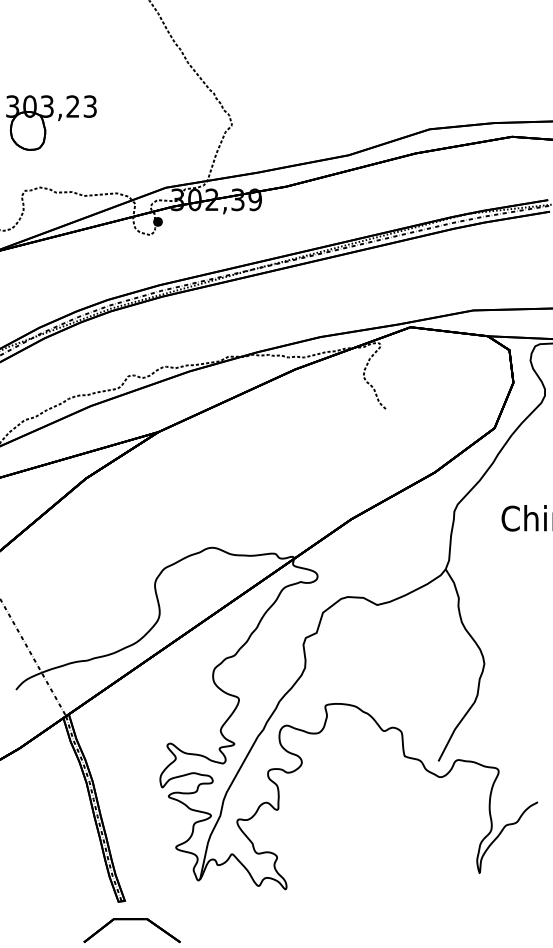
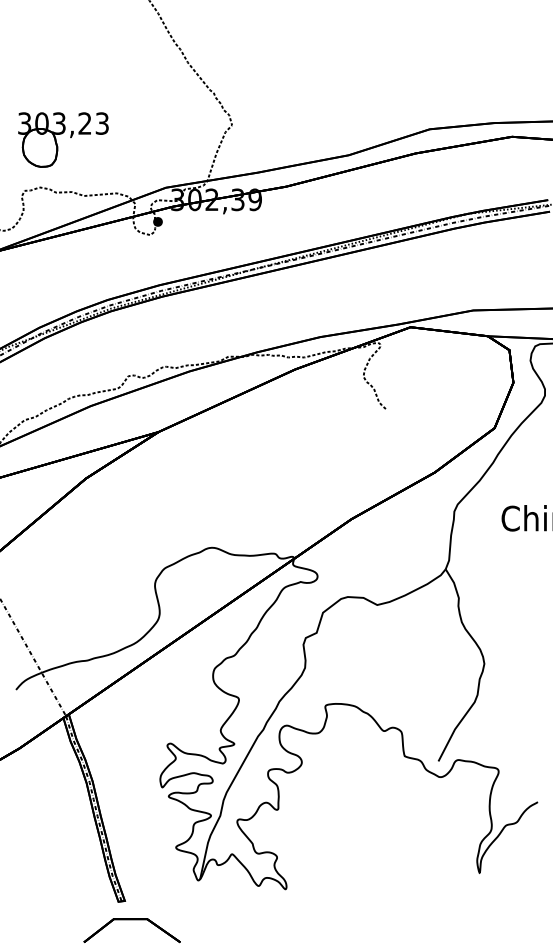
part at (51, 122) position: (51, 122) -> (63, 139)
